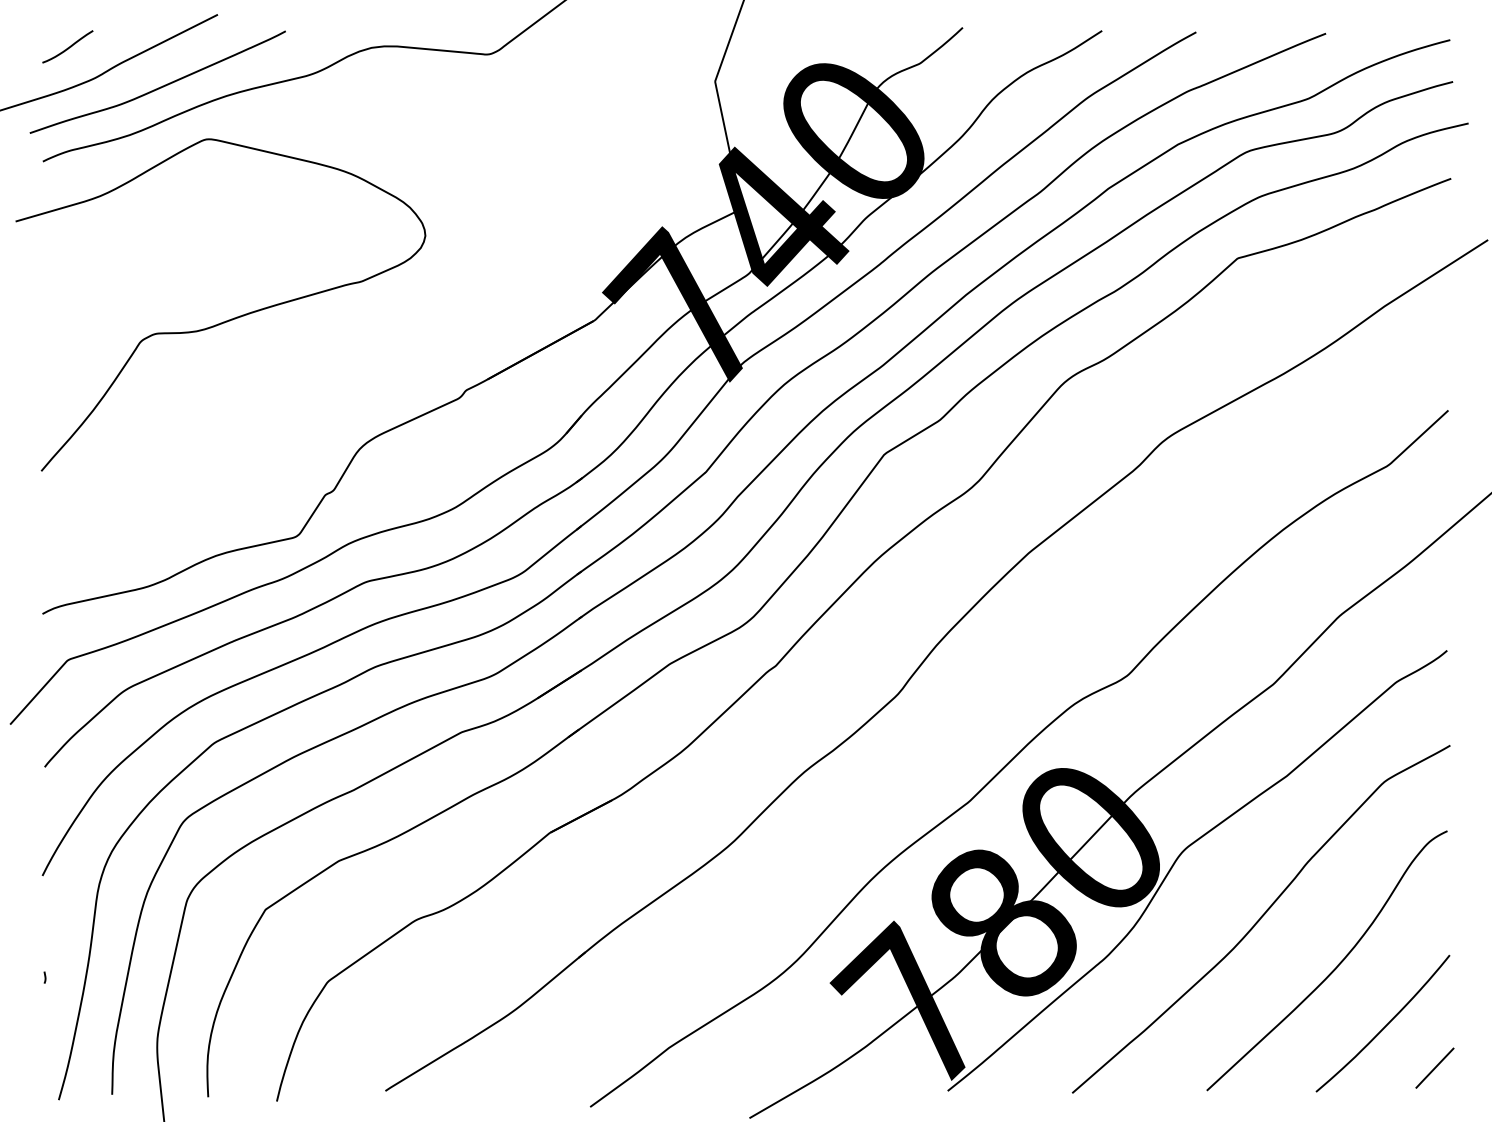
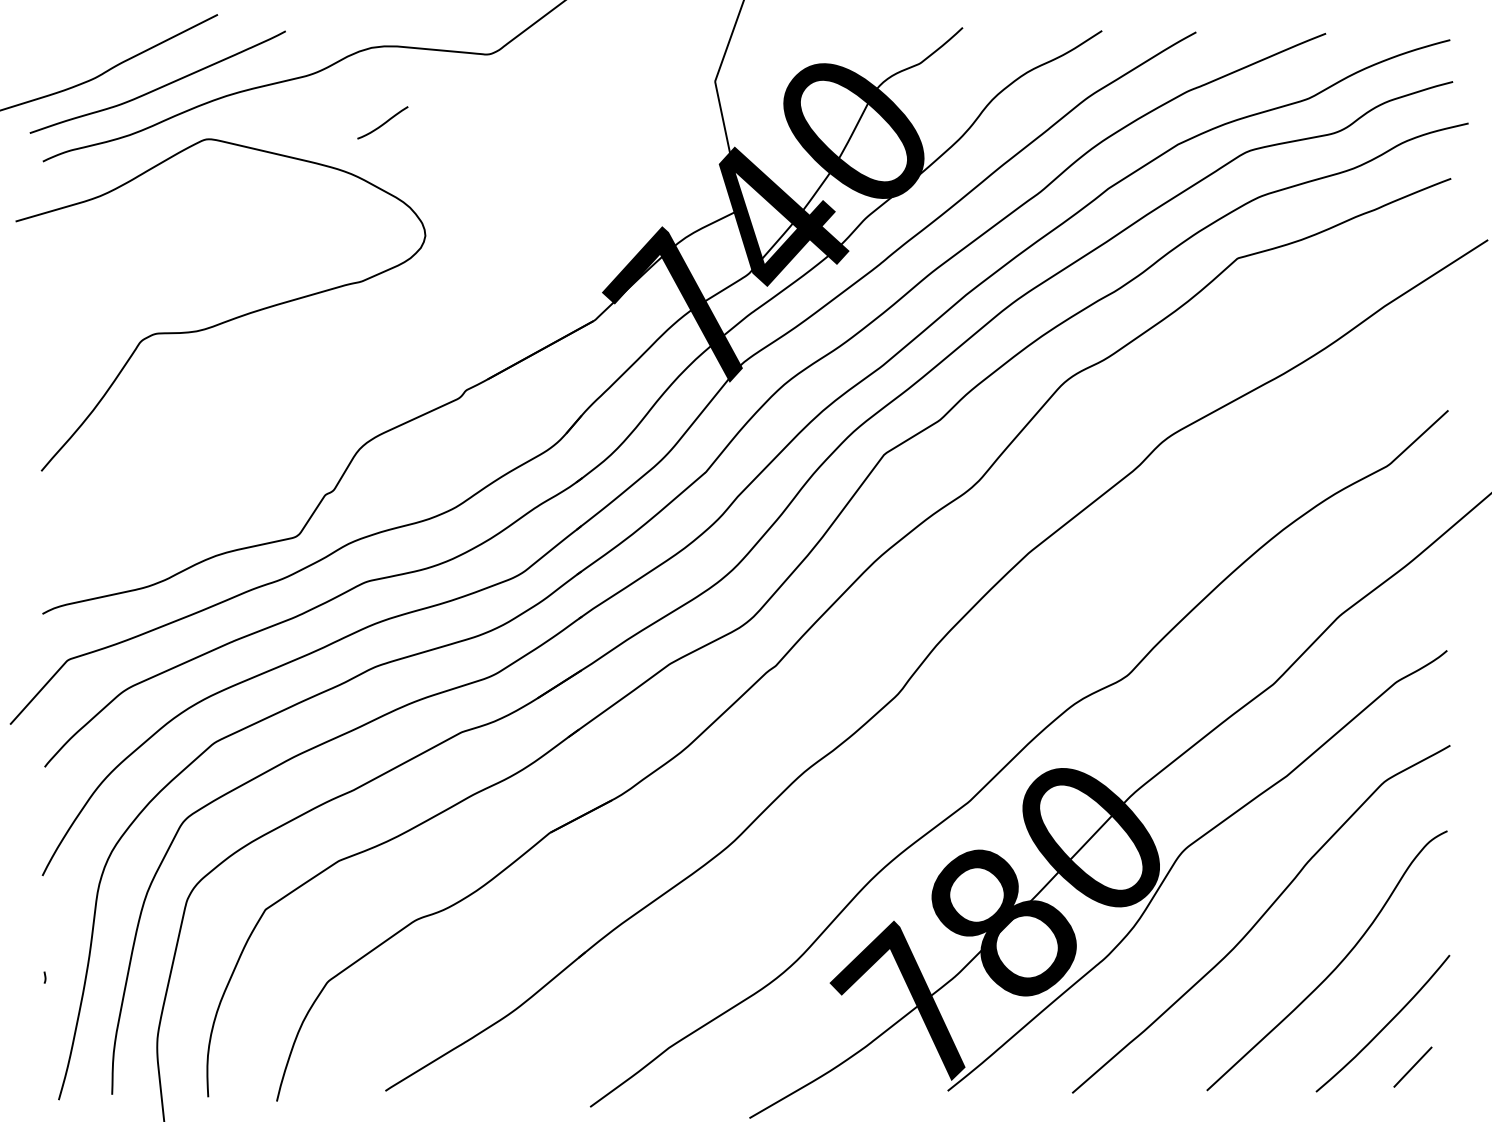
curve at (67, 47) position: (67, 47) -> (382, 123)
line at (1434, 1067) position: (1434, 1067) -> (1412, 1066)
